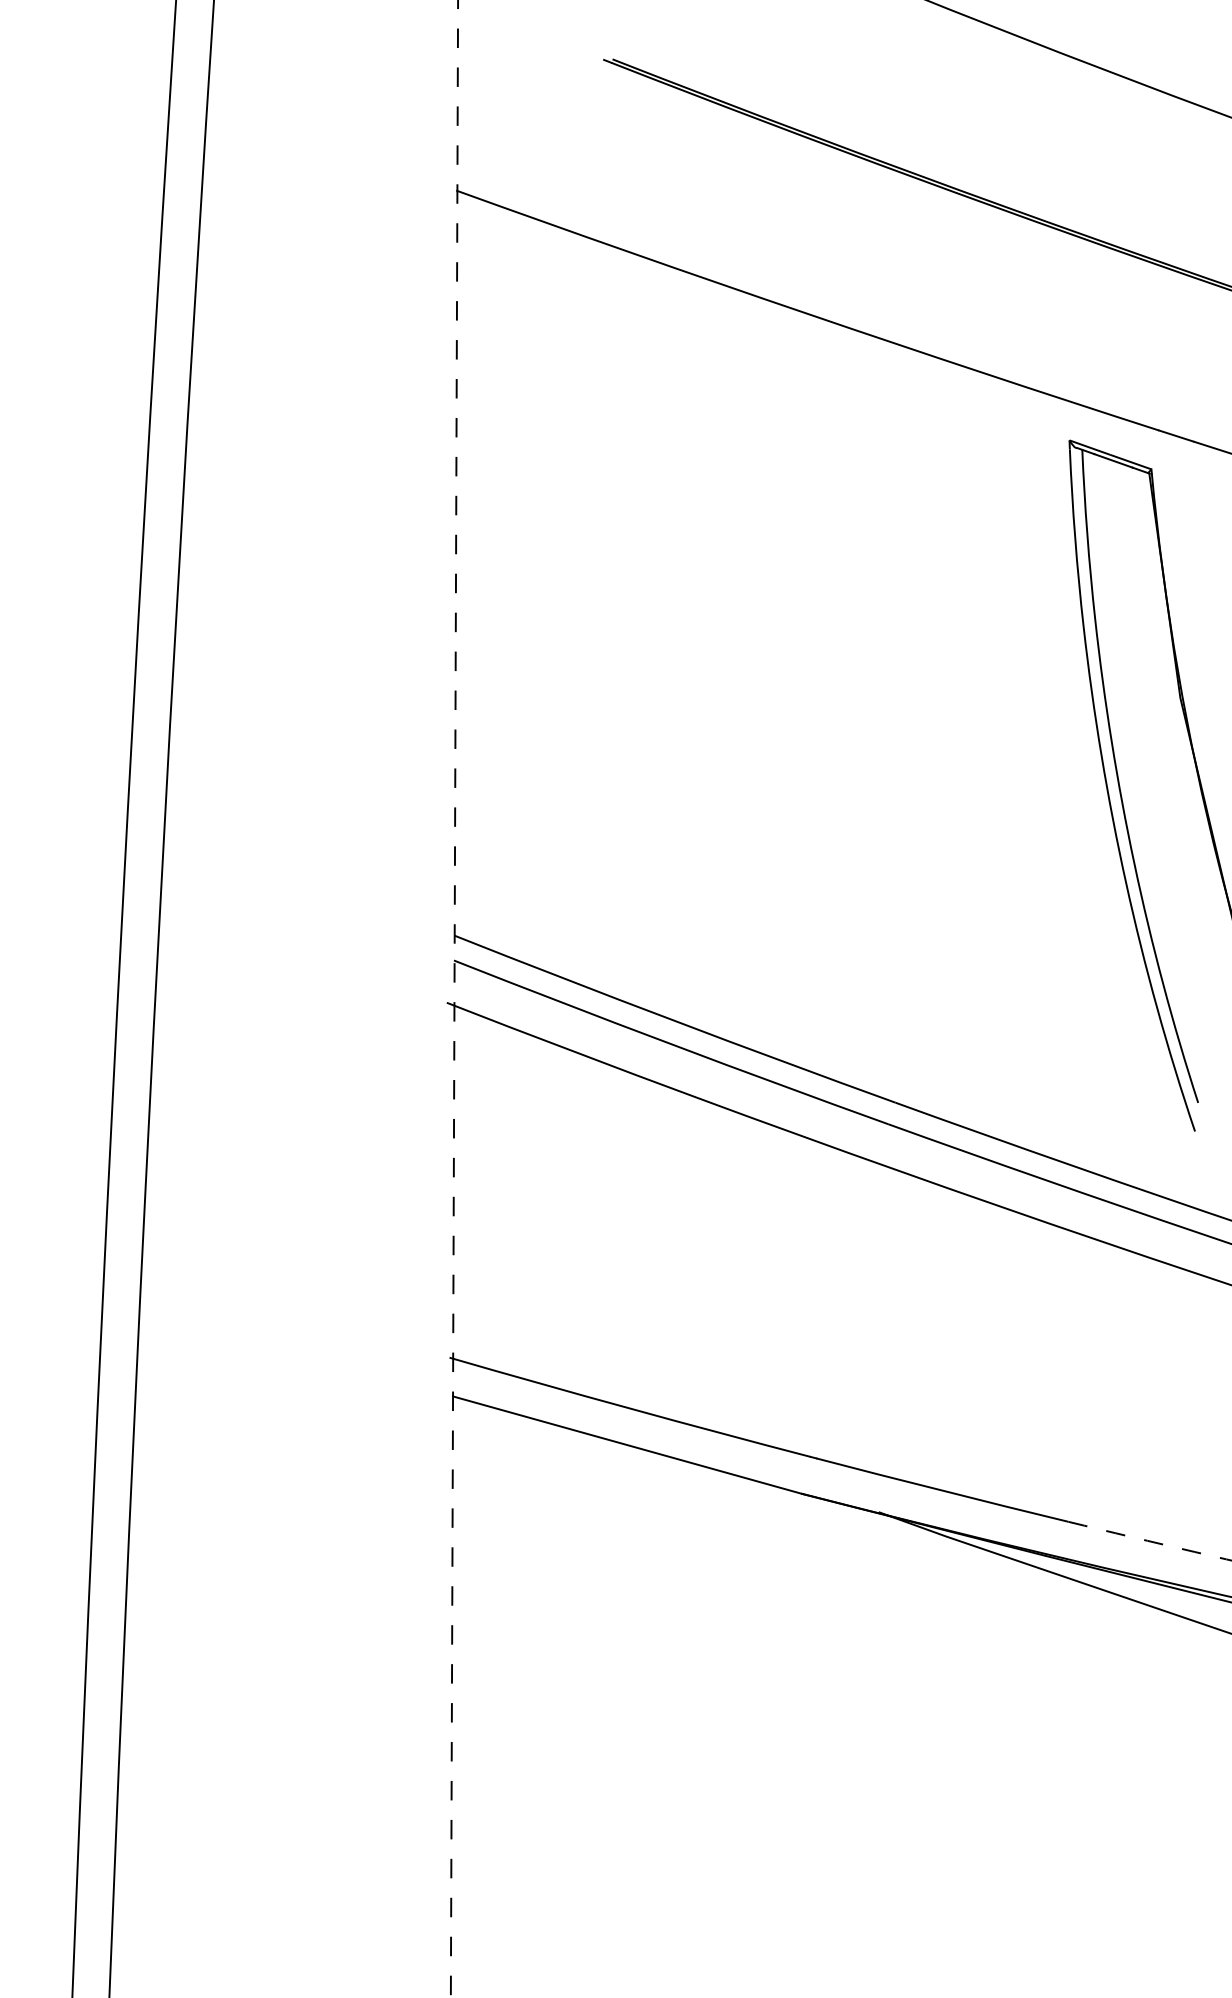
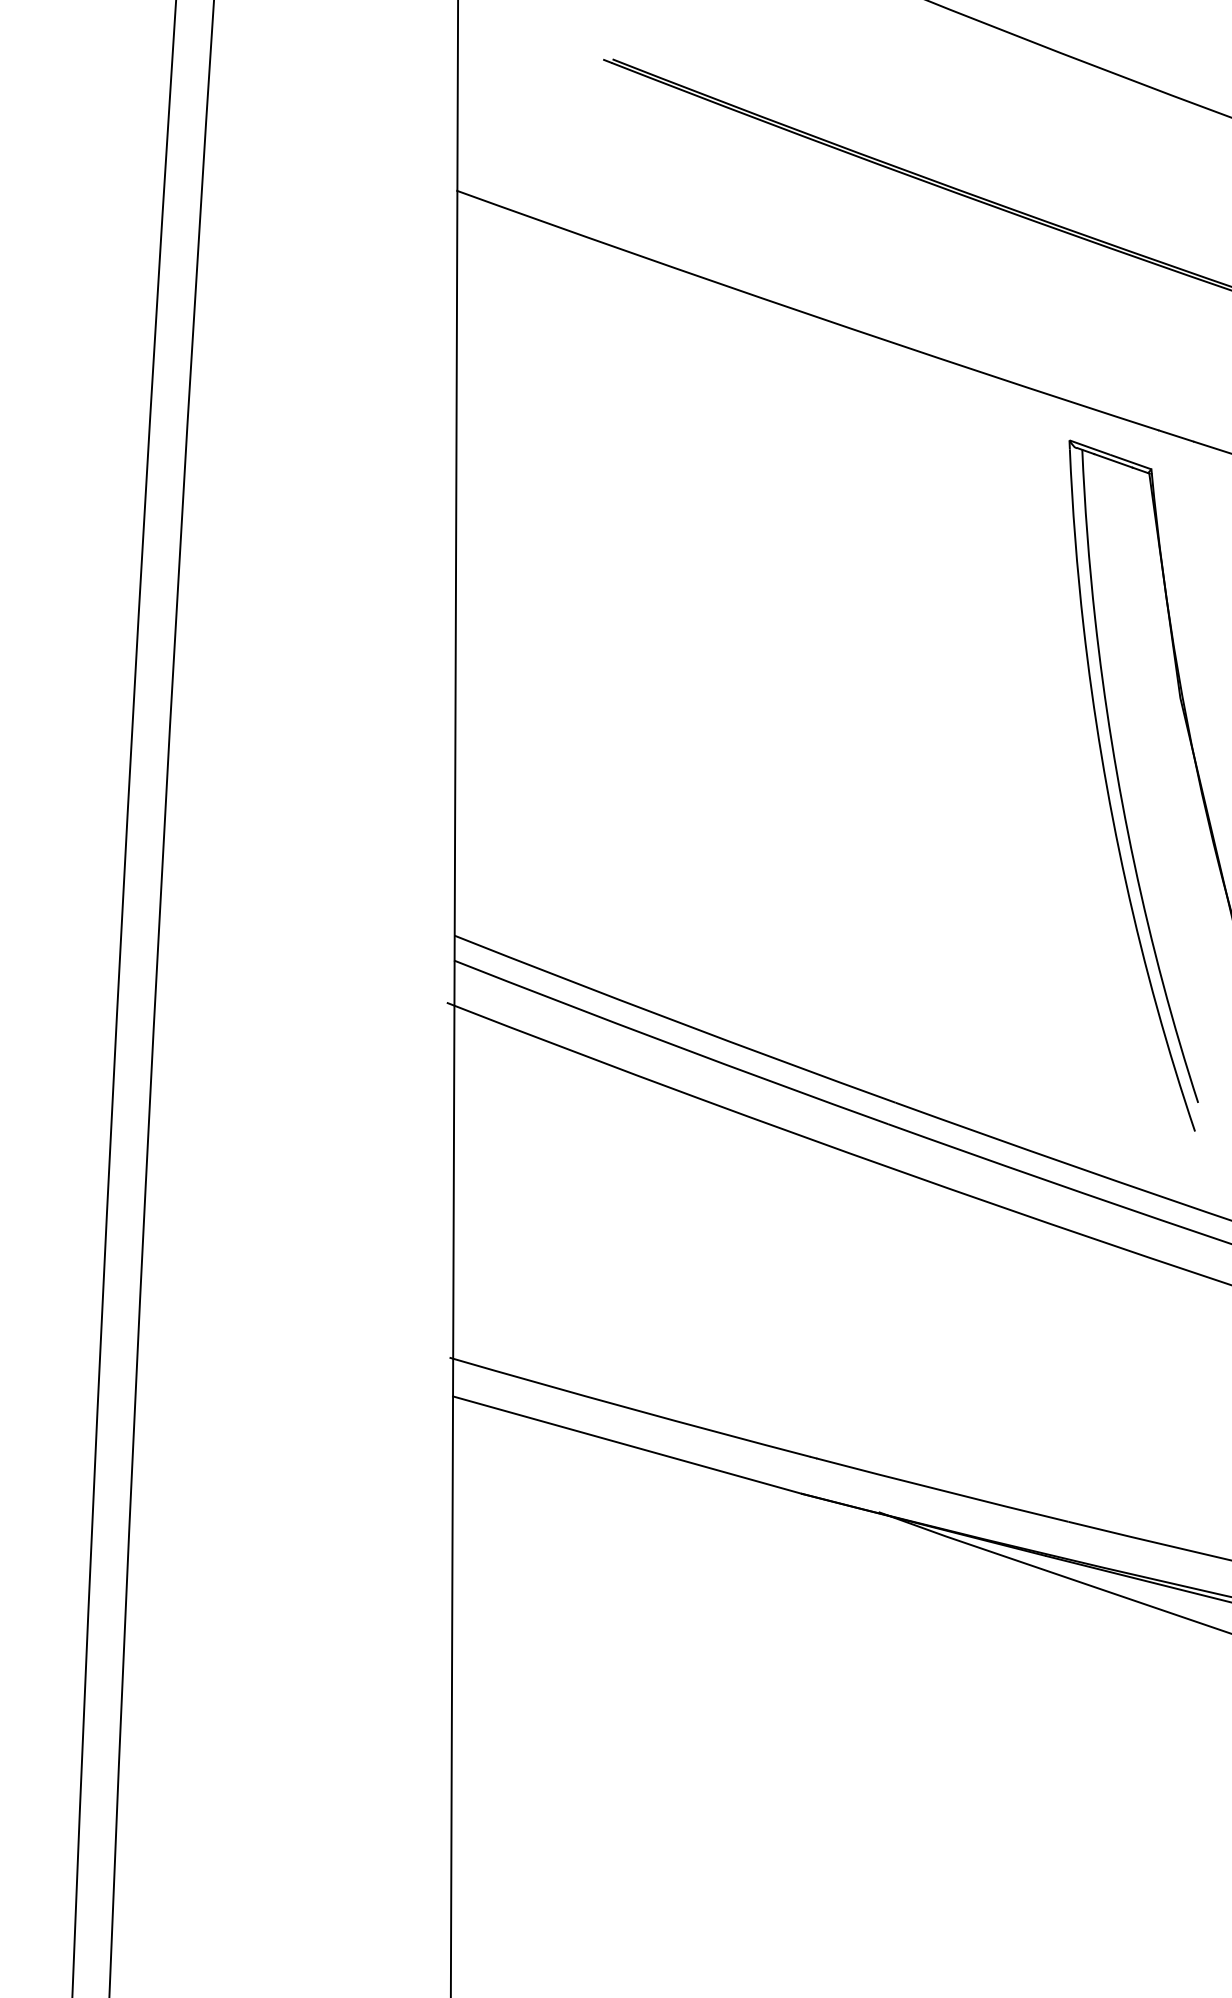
line at (454, 999): dashed -> solid
arc at (1149, 1541): dashed -> solid
